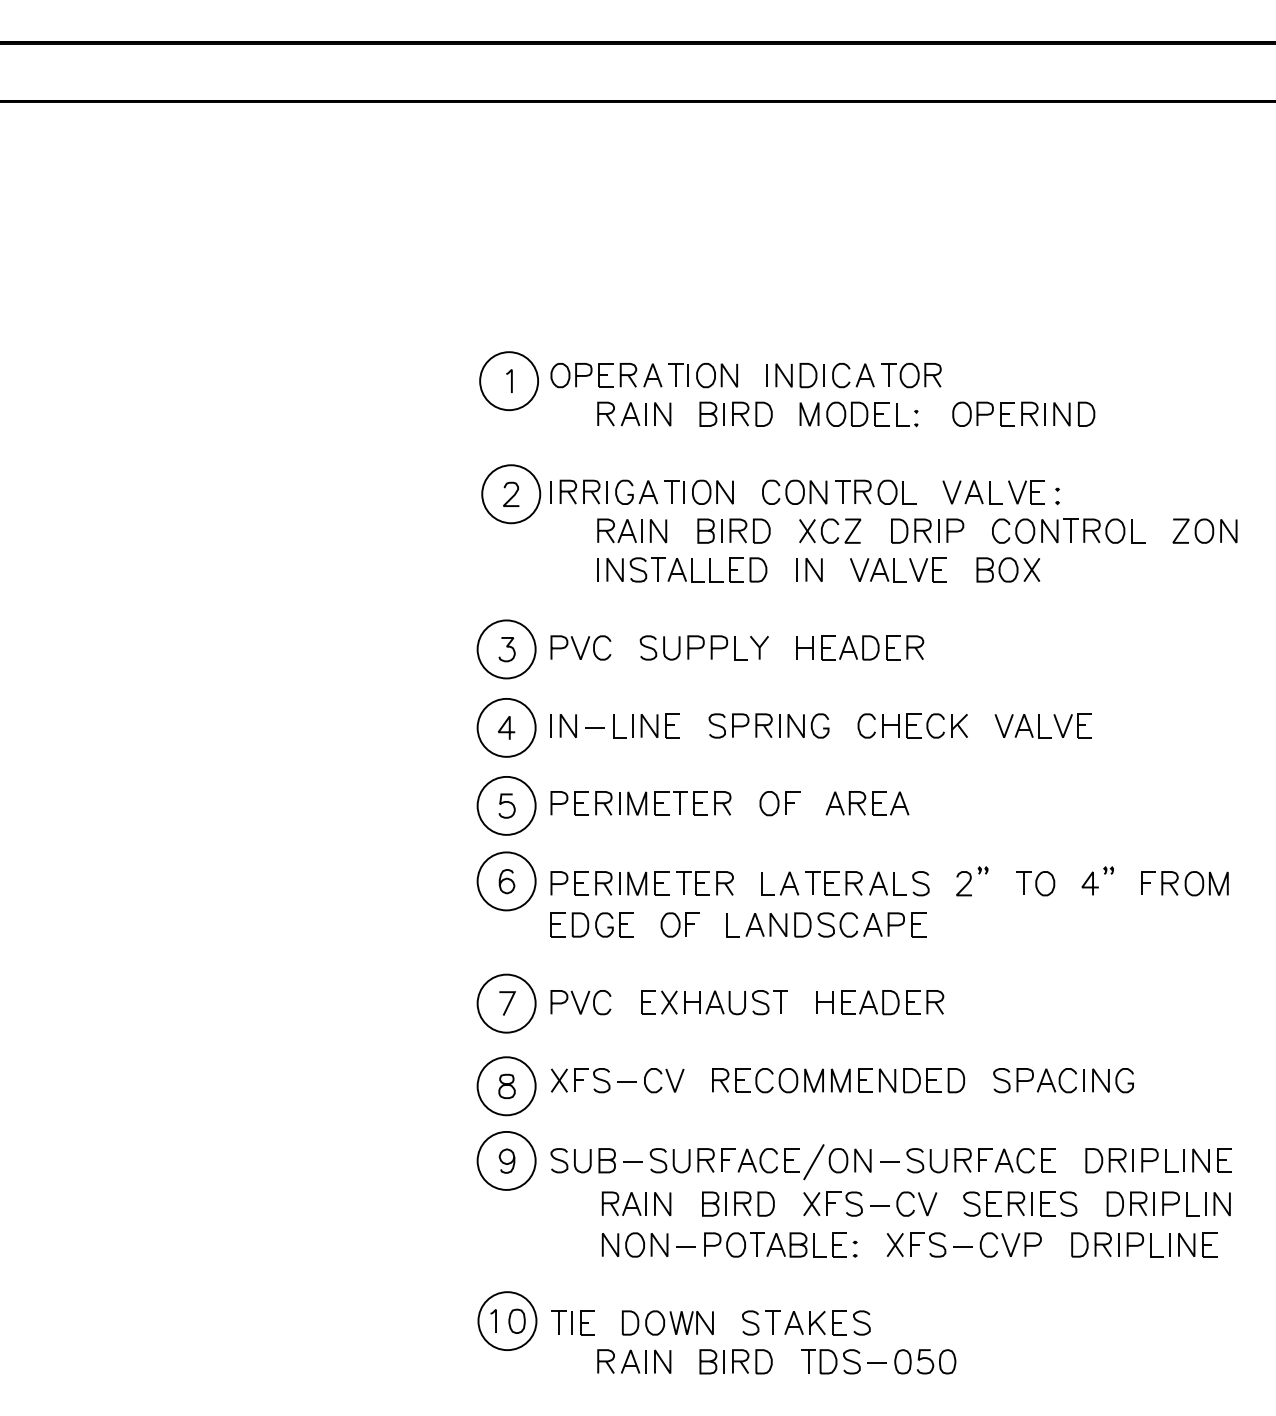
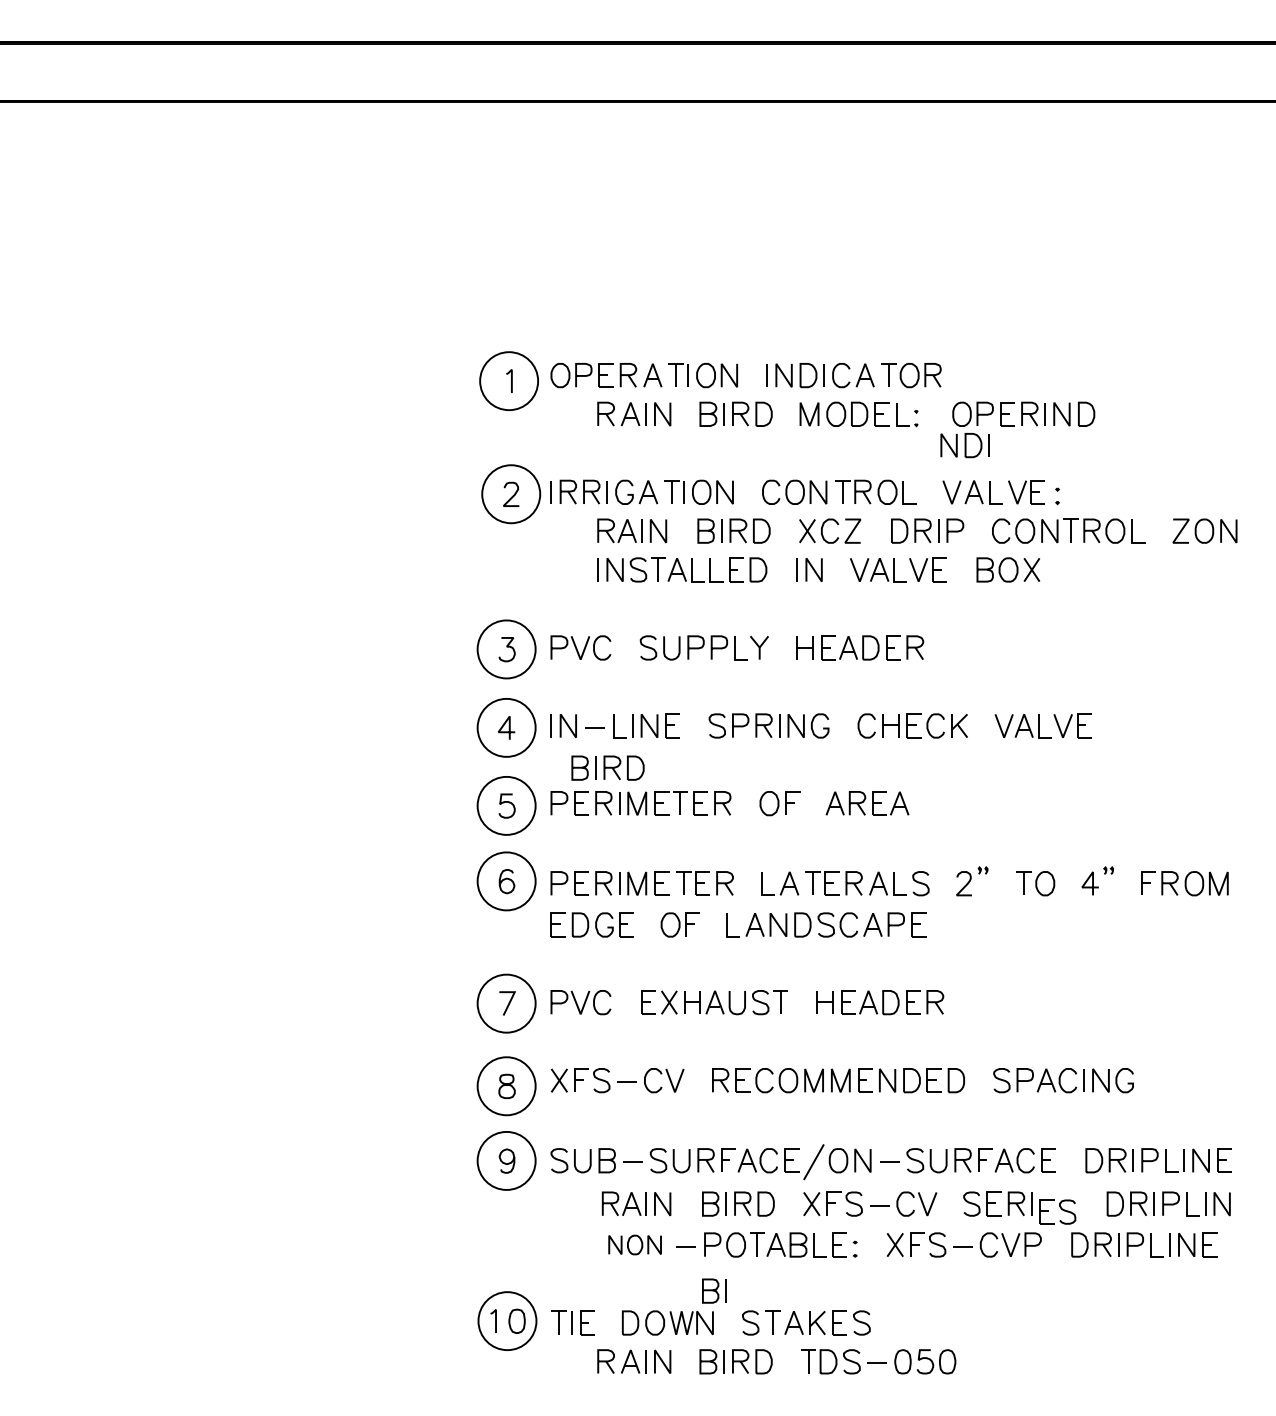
part at (964, 445): none -> present
part at (607, 767): none -> present
part at (1058, 1203) position: (1058, 1203) -> (1057, 1211)
part at (634, 1244) size: 68x26 px -> 54x22 px
part at (714, 1290): none -> present
